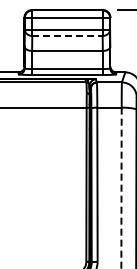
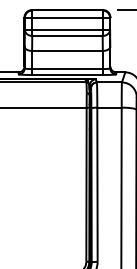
line at (67, 35): dashed -> solid
arc at (121, 188): dashed -> solid
